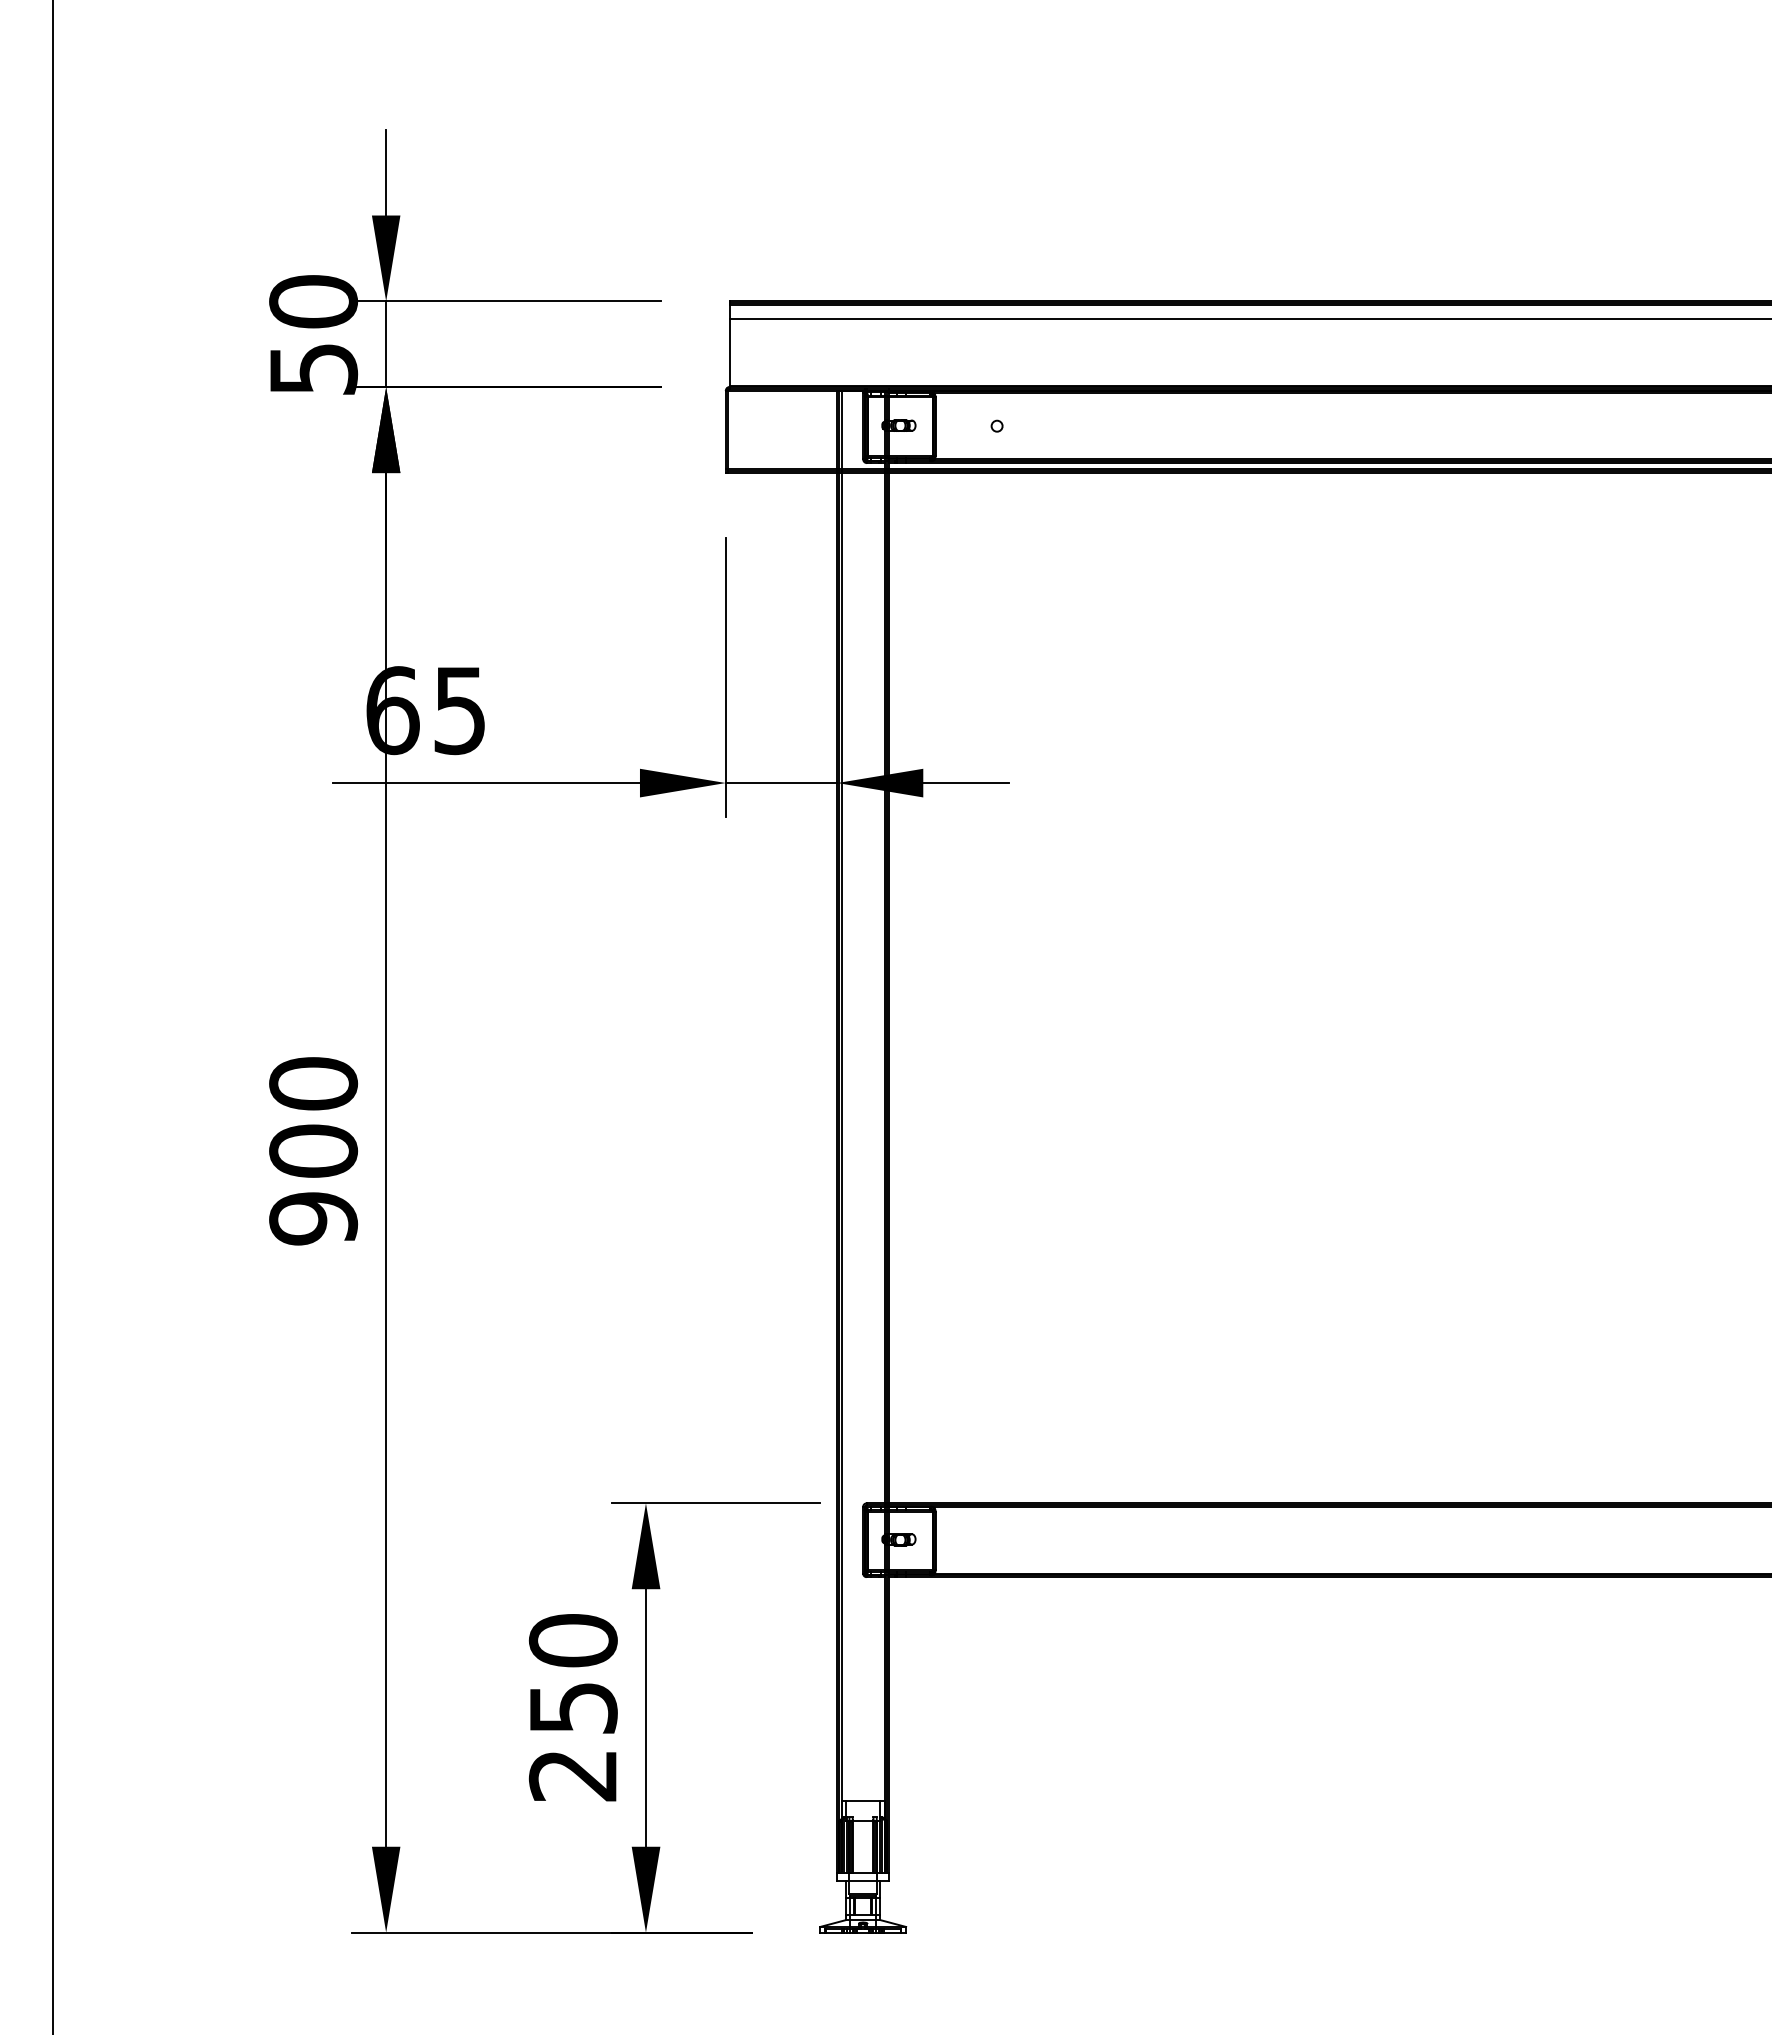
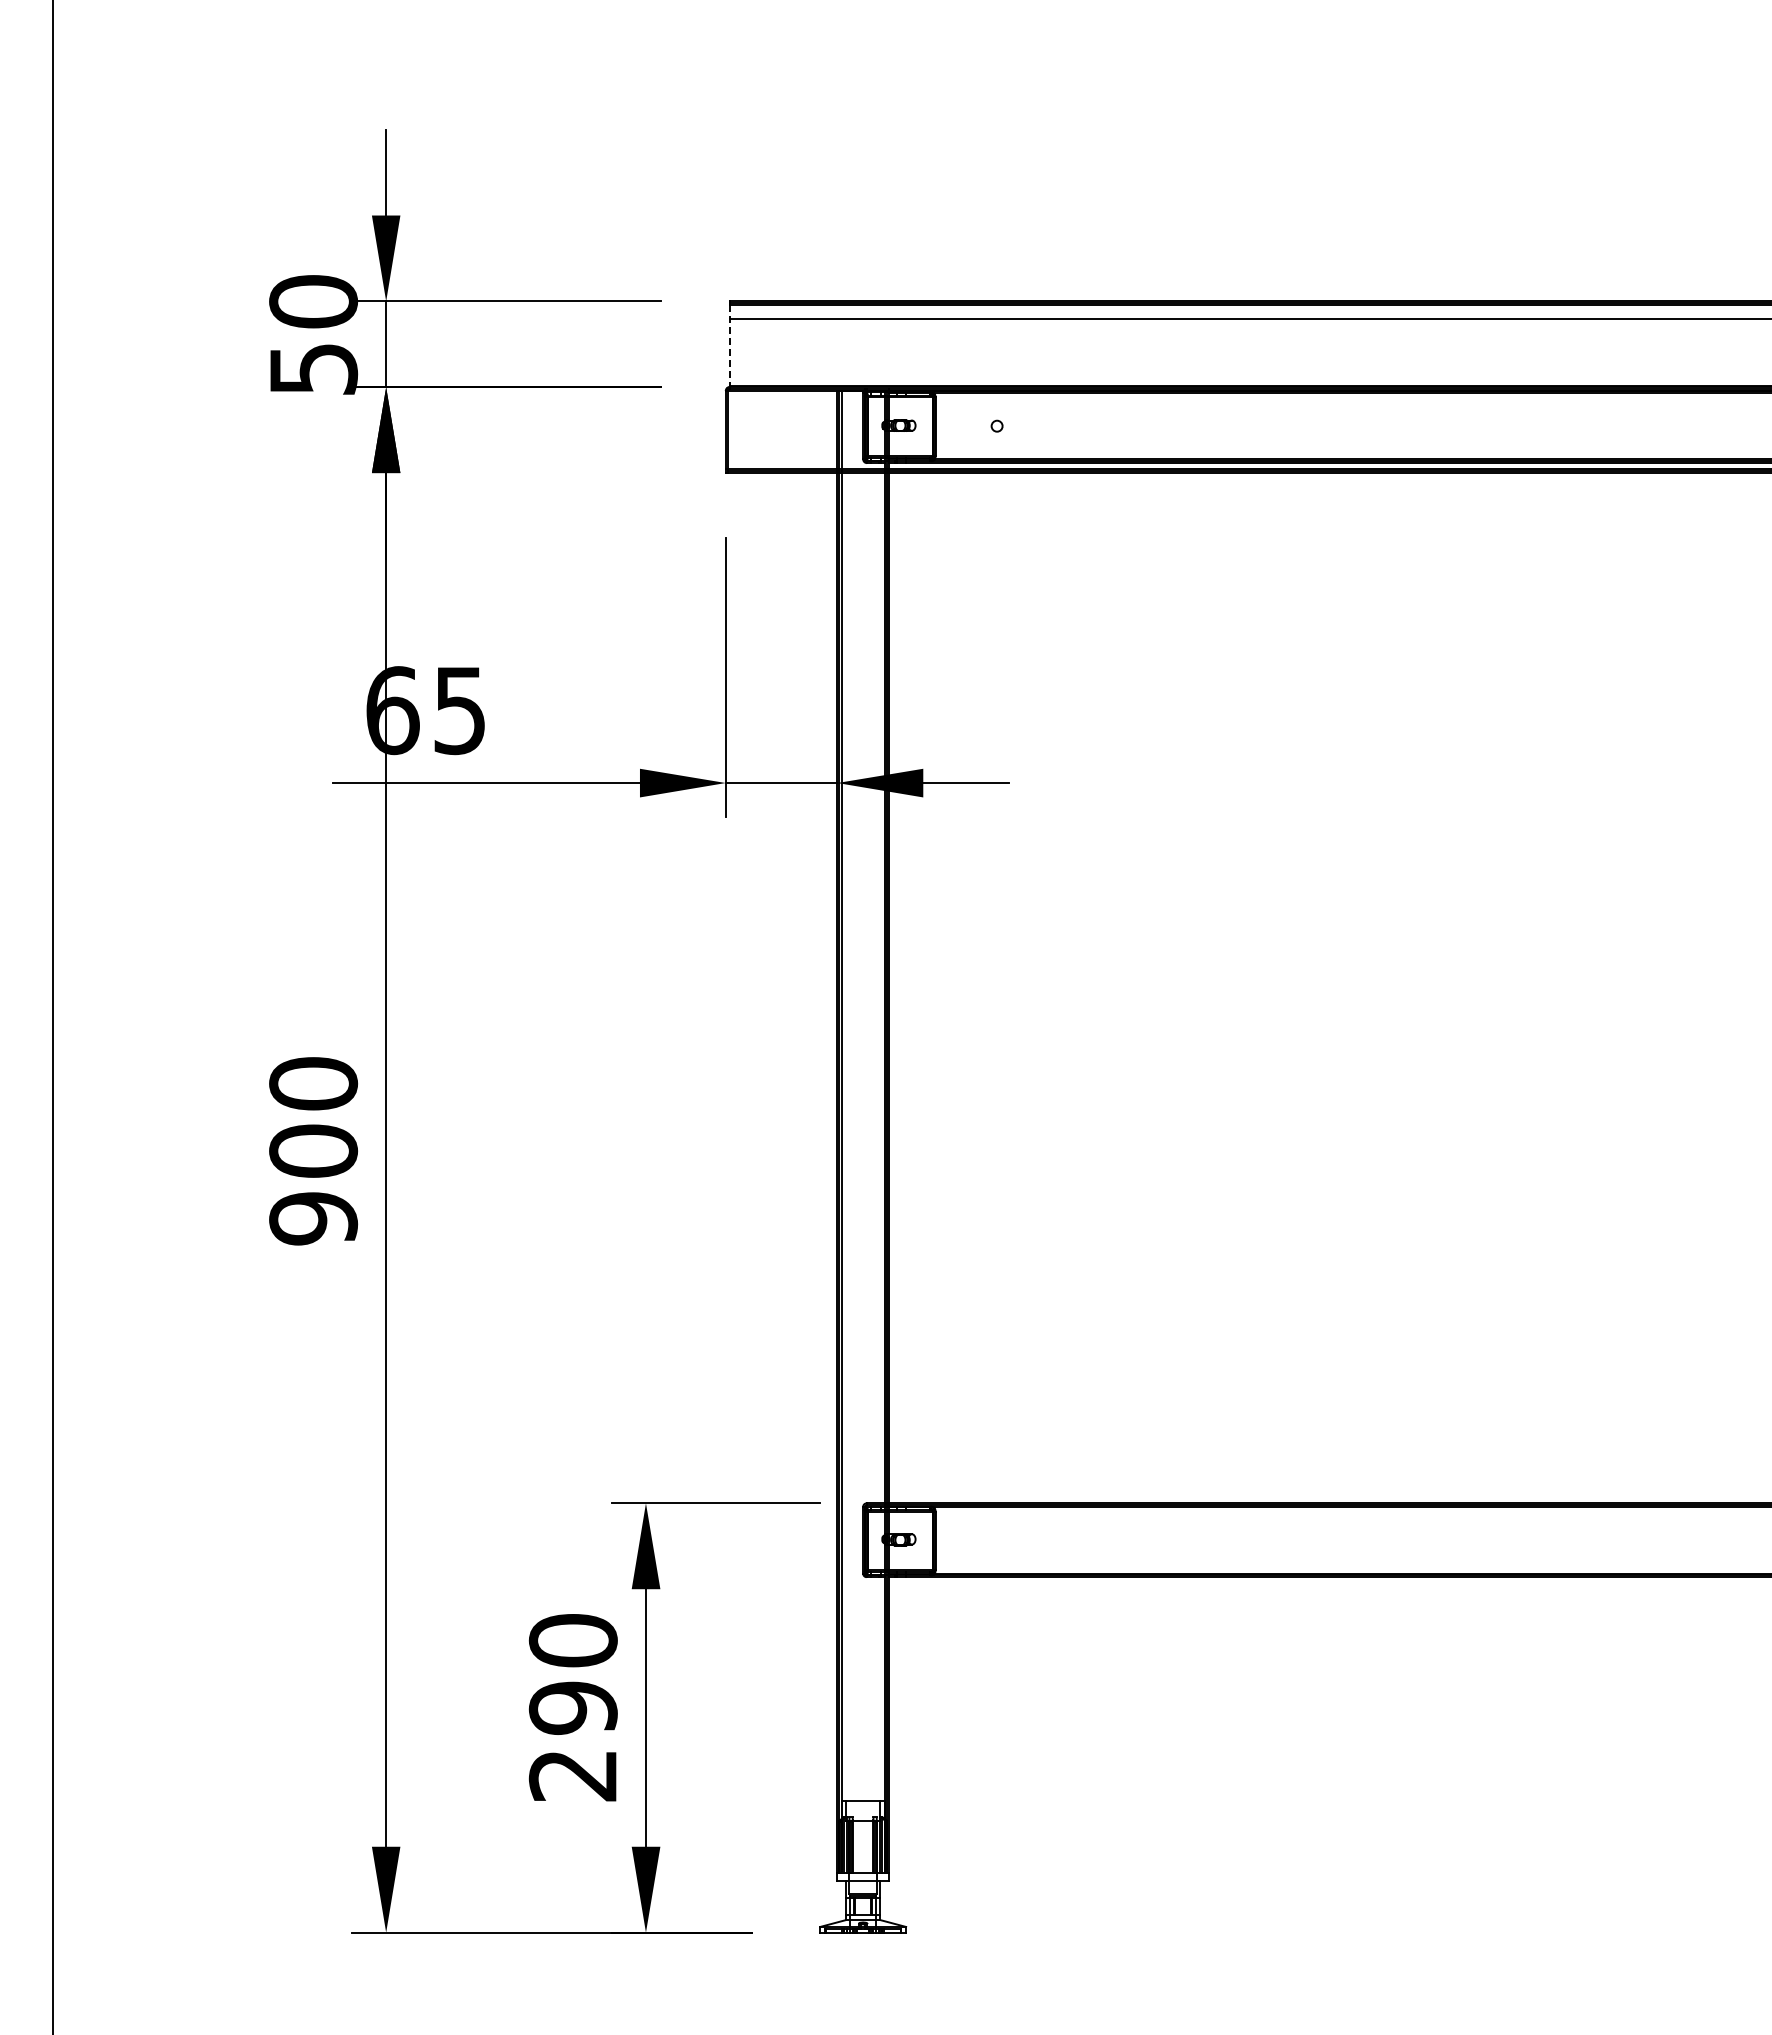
line at (729, 345): solid -> dashed
text at (572, 1707): 250 -> 290
